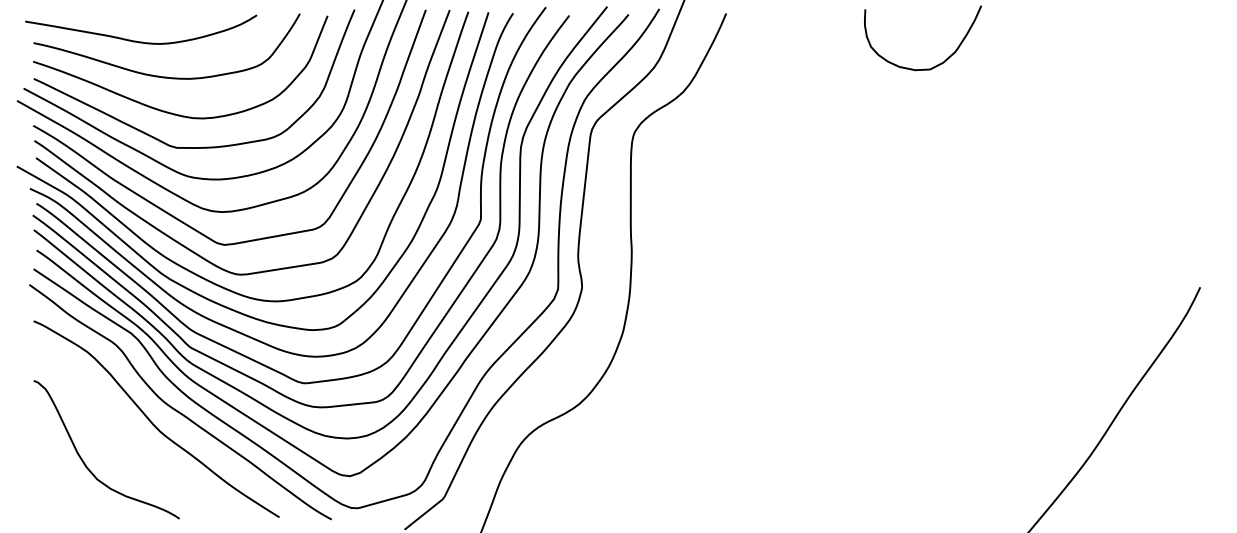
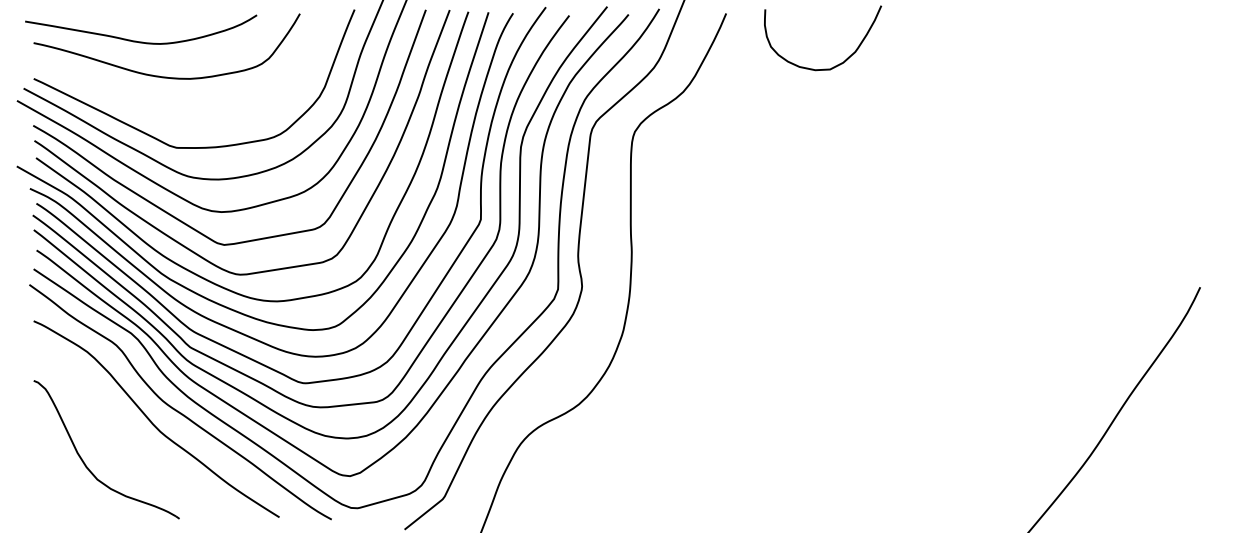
curve at (937, 64) position: (937, 64) -> (837, 64)
curve at (168, 111): present -> none
